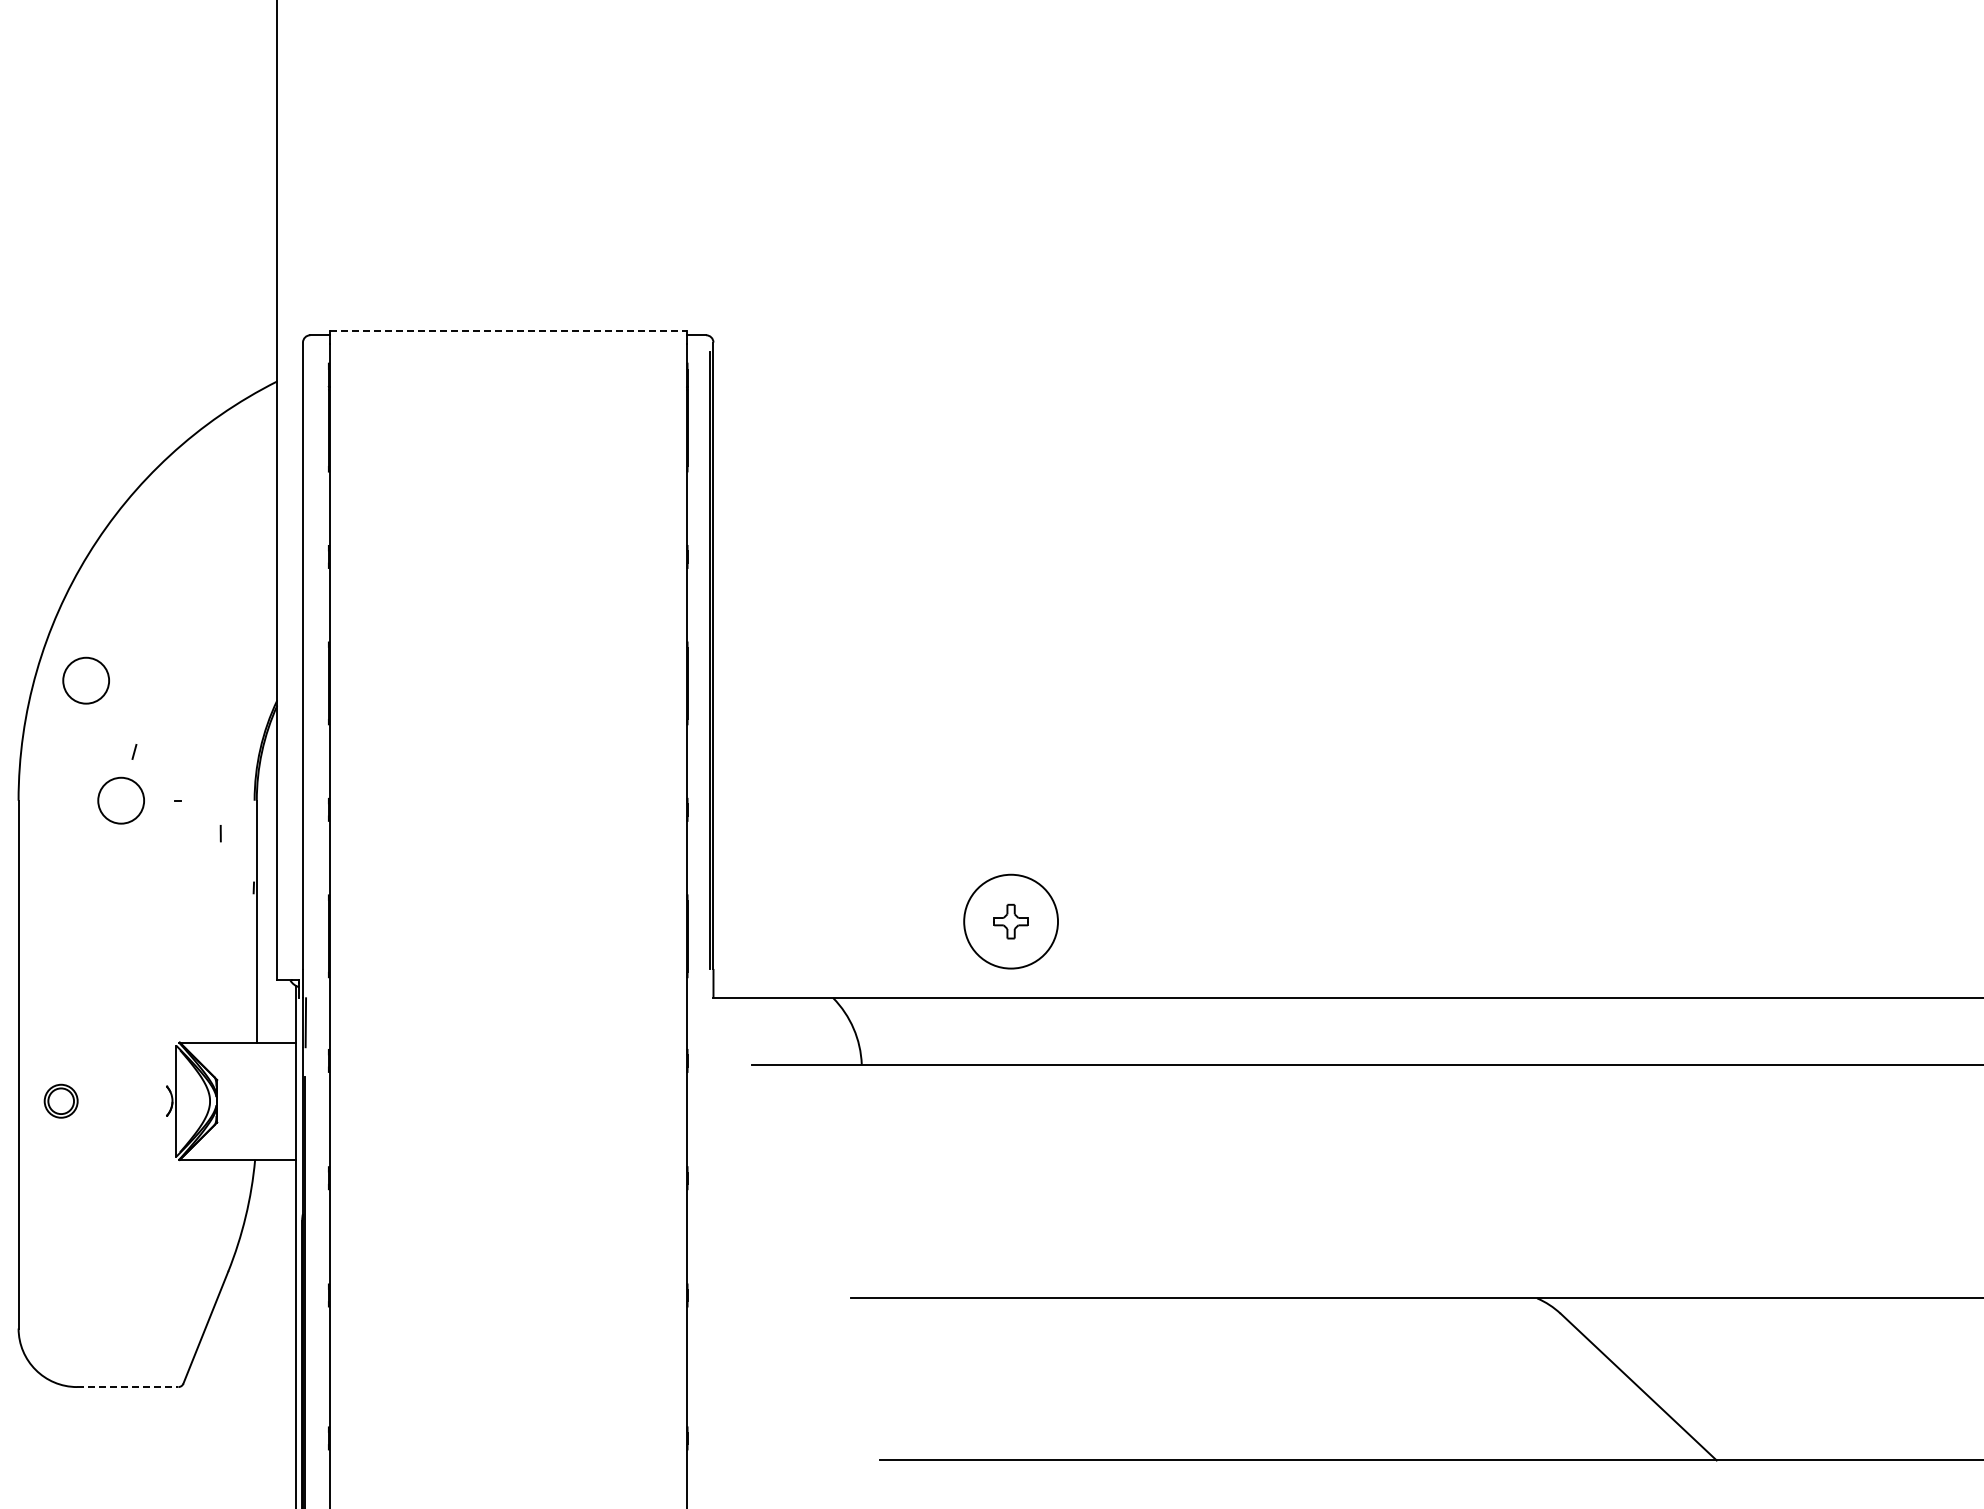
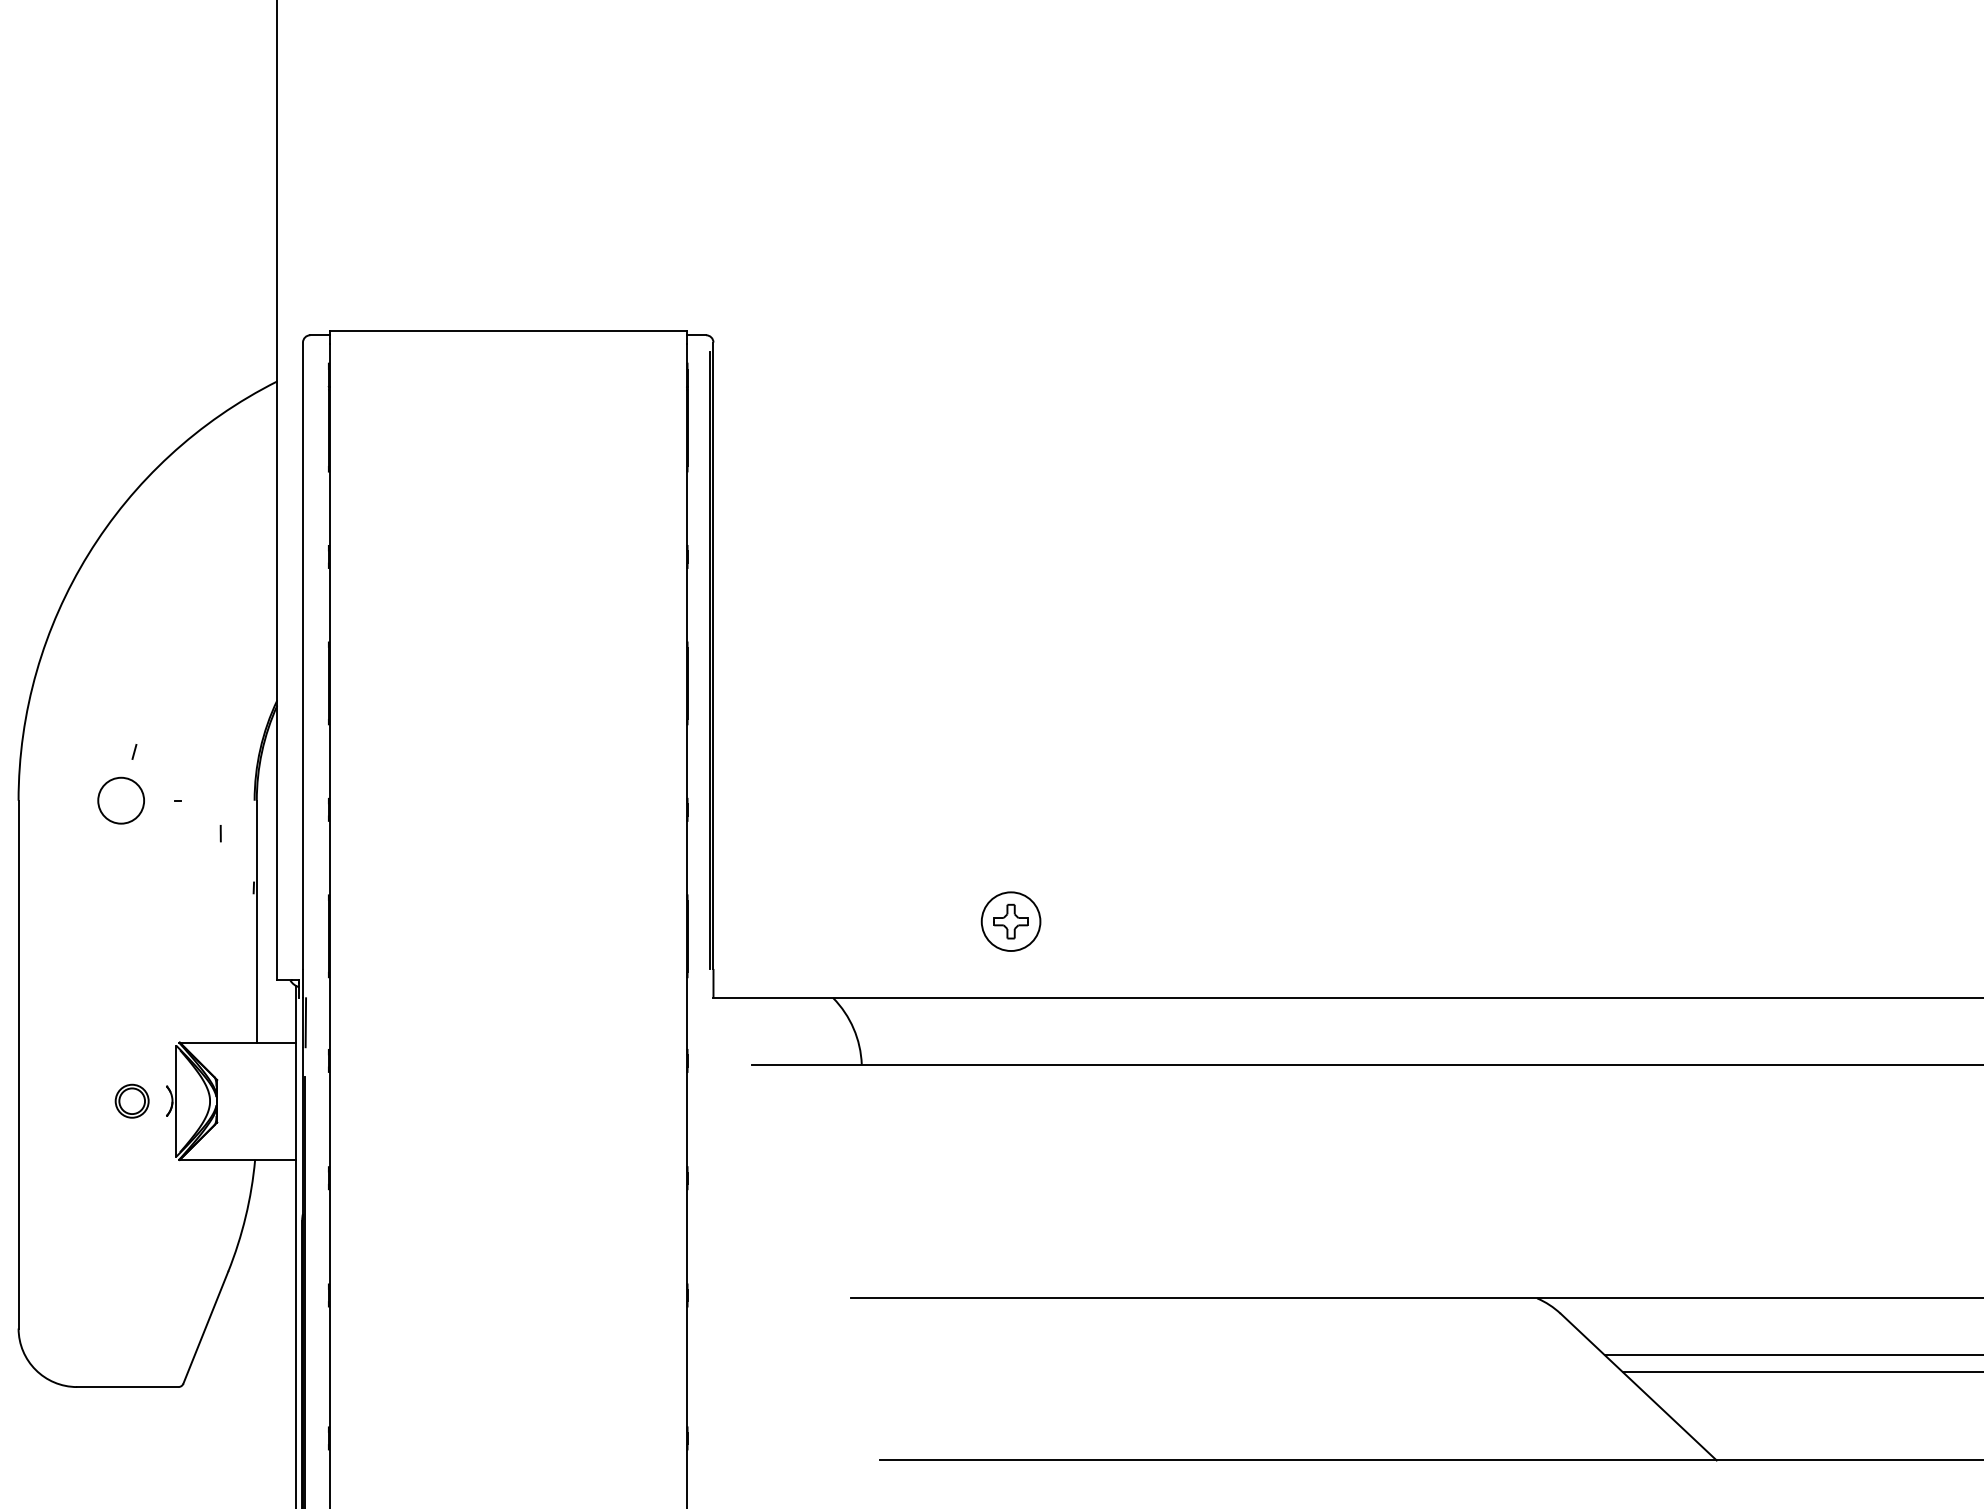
line at (508, 330): dashed -> solid
circle at (85, 680): present -> none
circle at (1011, 921) diameter: 94 px -> 59 px
part at (60, 1100) position: (60, 1100) -> (131, 1100)
line at (1792, 1355): none -> present
line at (1801, 1372): none -> present
line at (127, 1387): dashed -> solid
